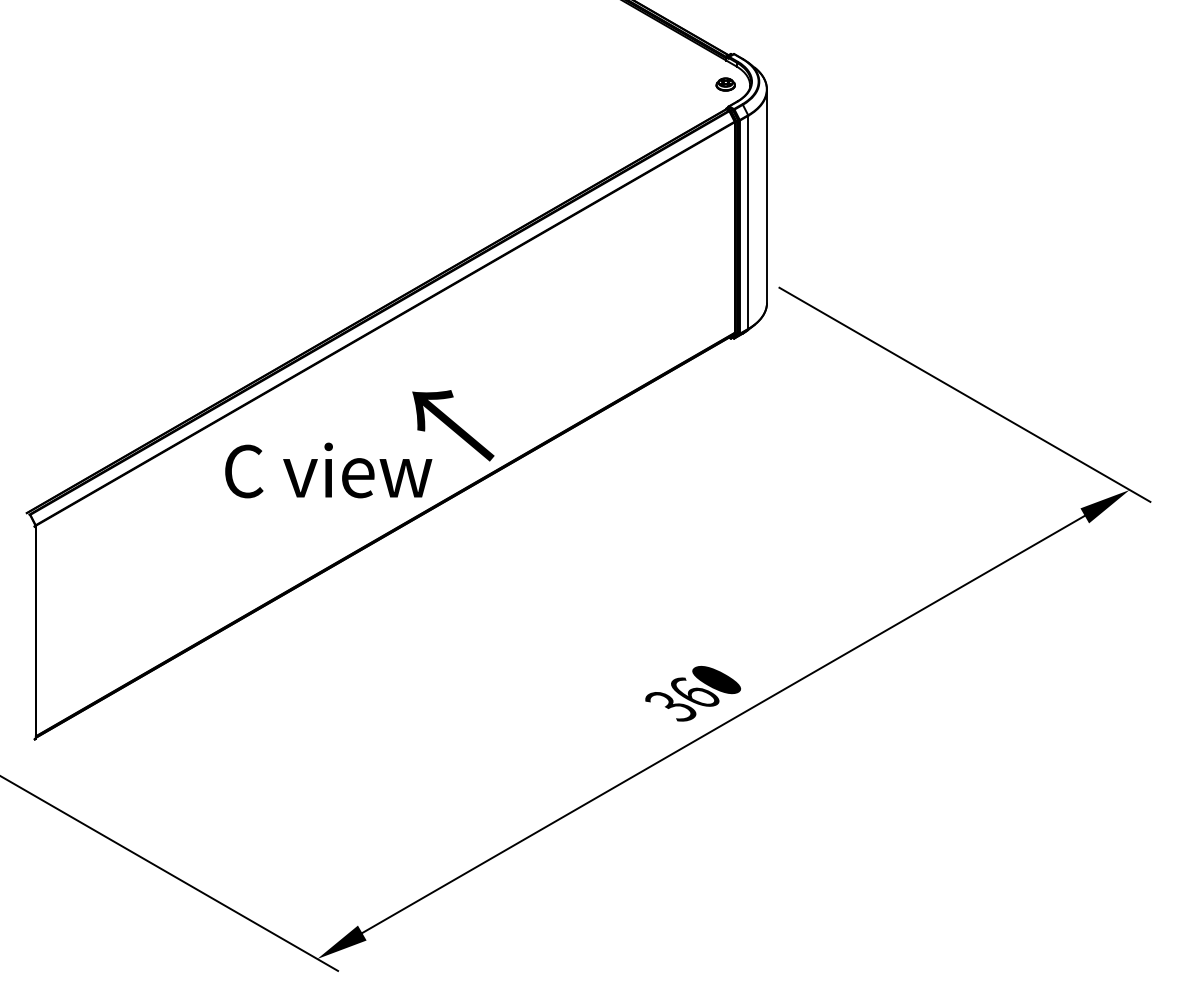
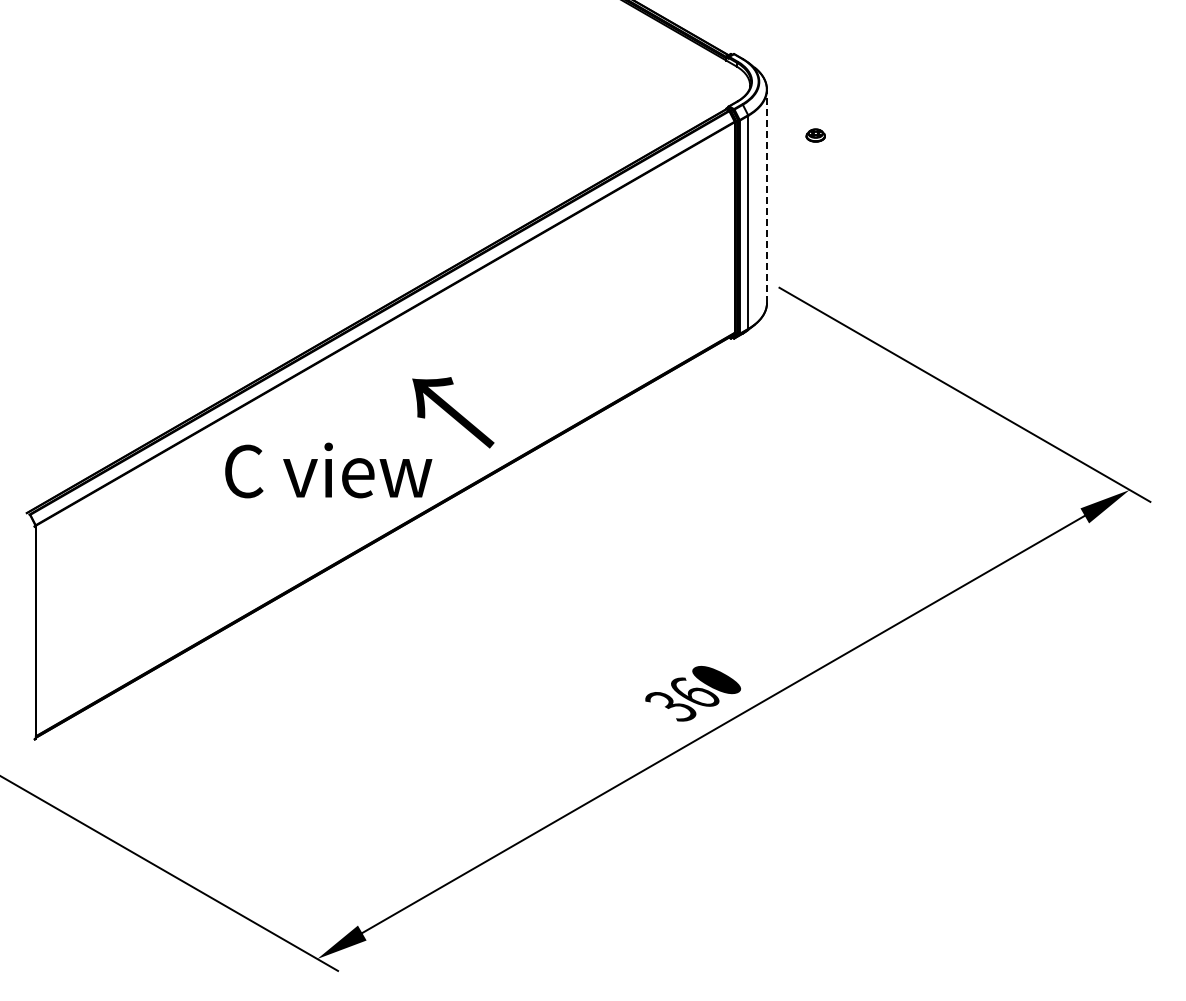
part at (725, 84) position: (725, 84) -> (815, 135)
line at (767, 196): solid -> dashed
text at (453, 425) position: (453, 425) -> (453, 412)
